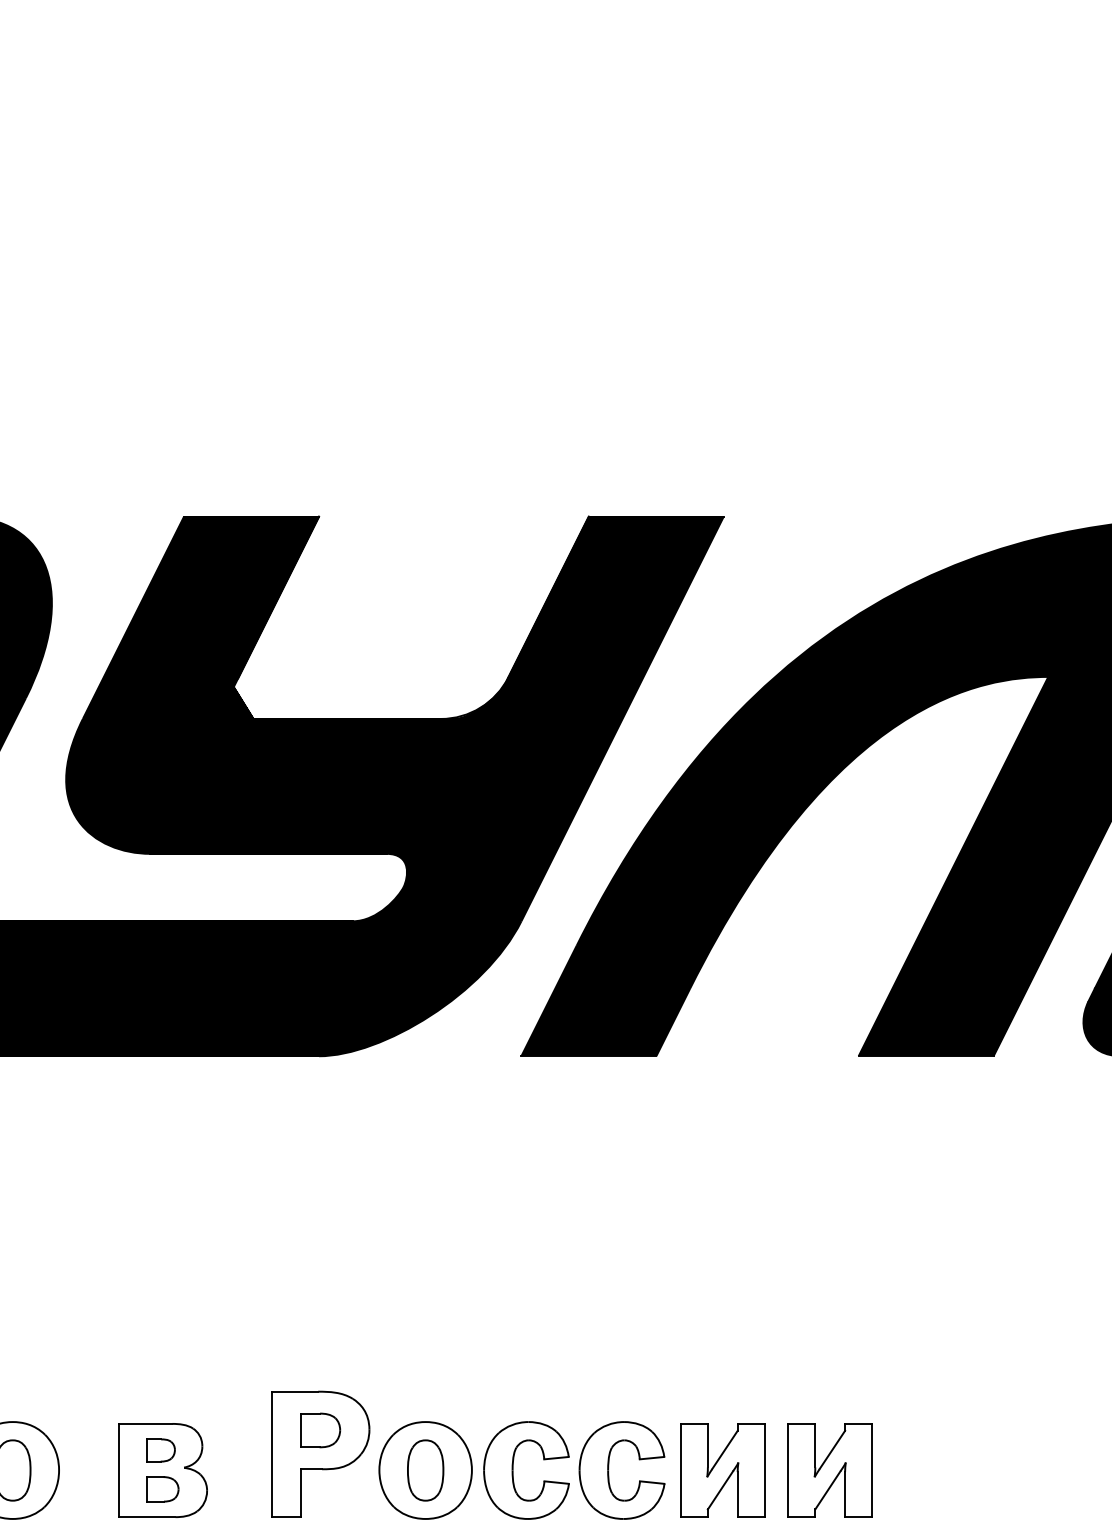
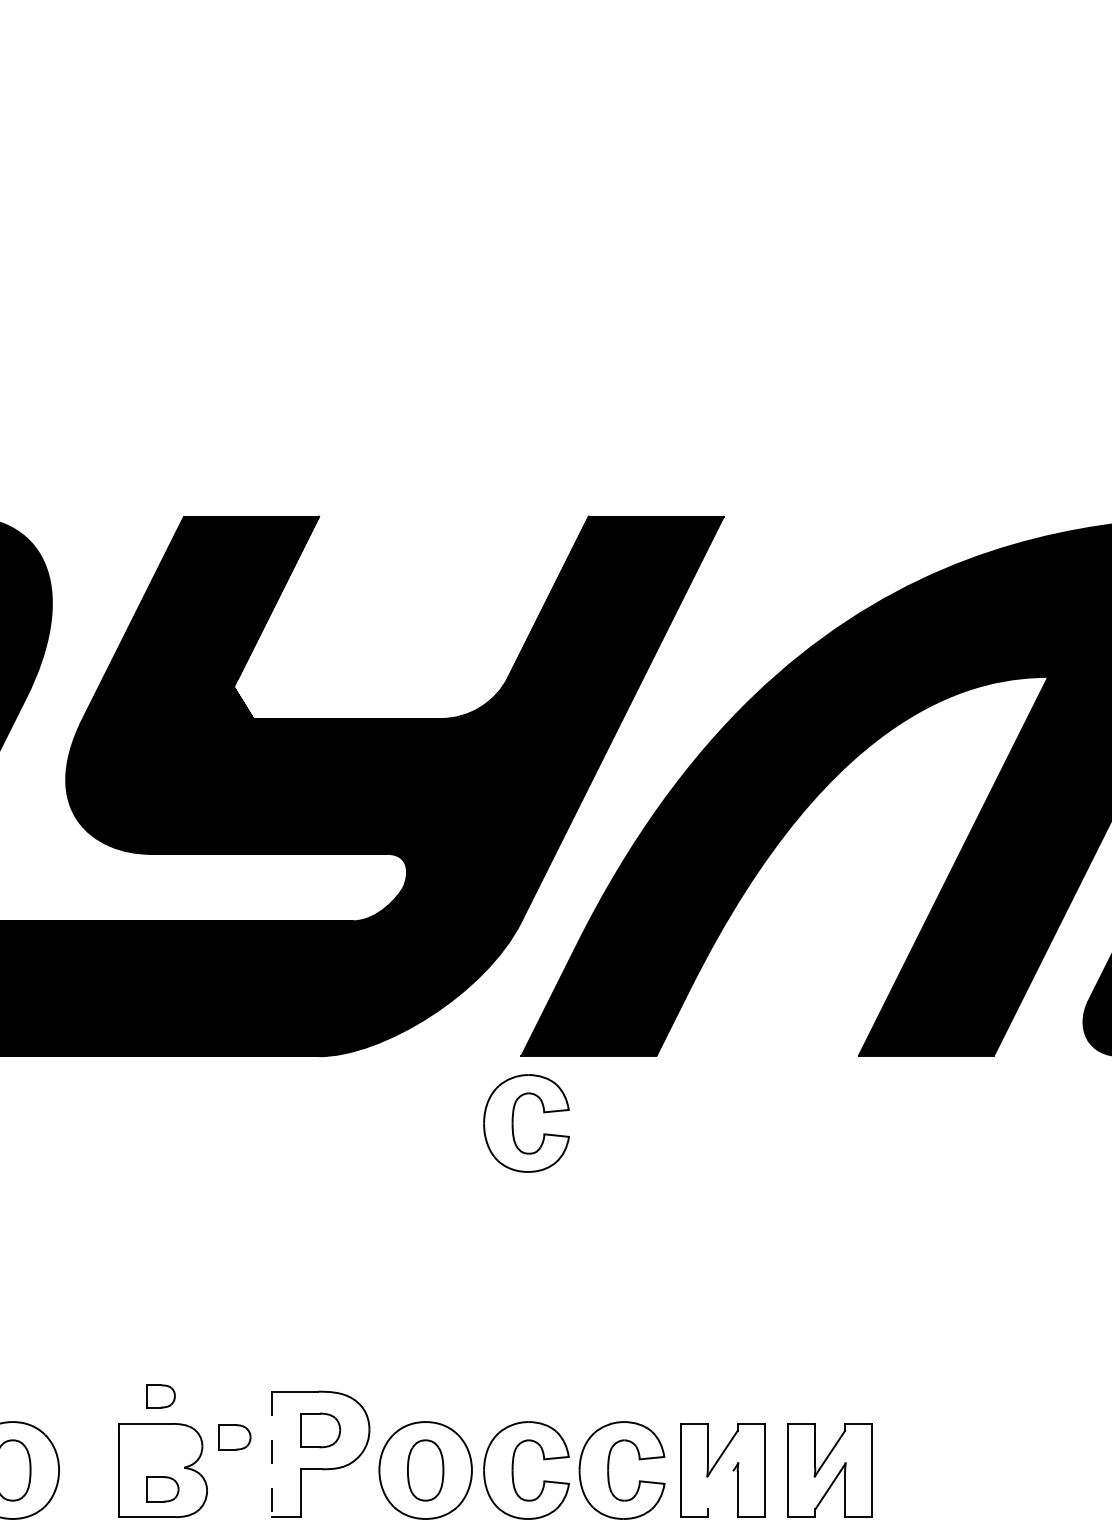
part at (513, 1123): none -> present
part at (234, 1437): none -> present
part at (160, 1450) position: (160, 1450) -> (160, 1396)
line at (271, 1454): solid -> dashed
line at (720, 1490): present -> none
